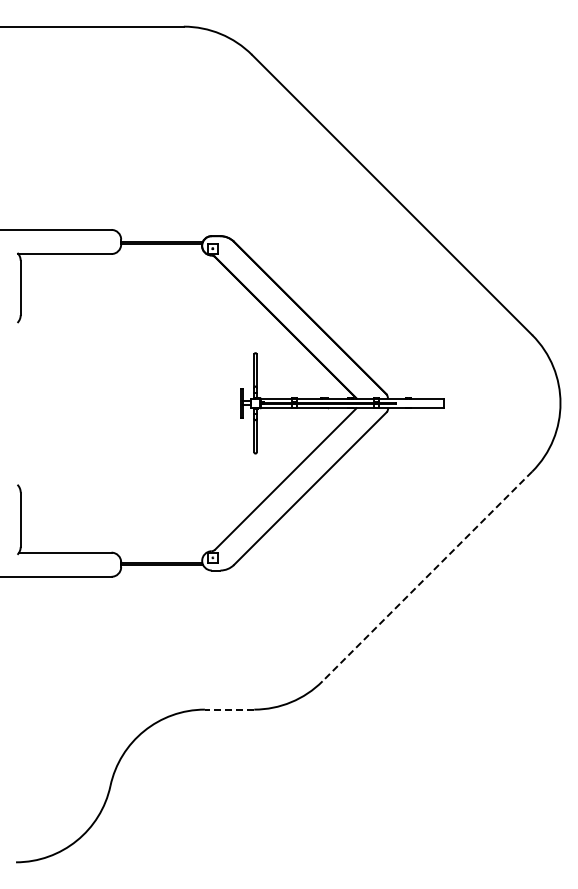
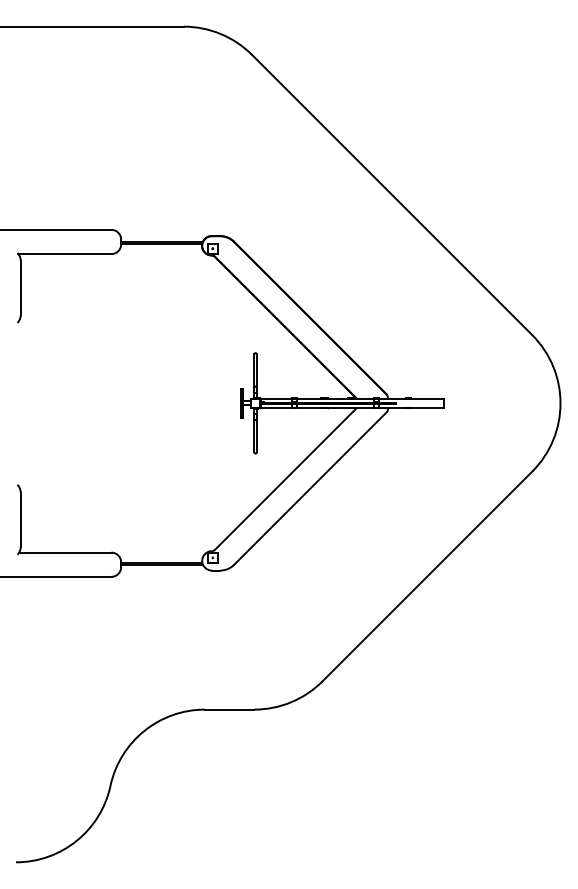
line at (427, 576): dashed -> solid
line at (229, 709): dashed -> solid
